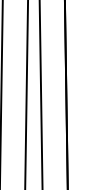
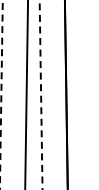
line at (1, 92): solid -> dashed
line at (41, 94): solid -> dashed
